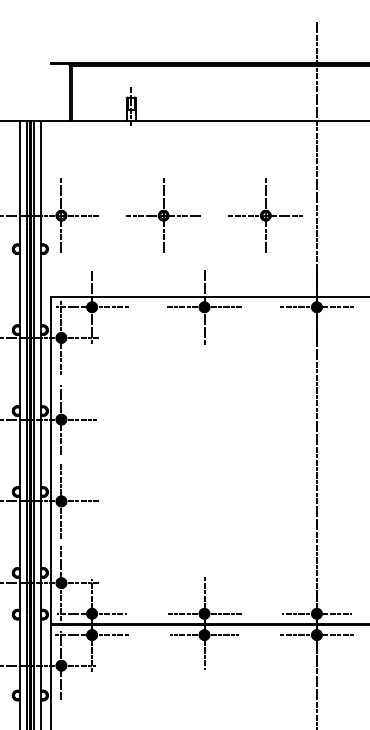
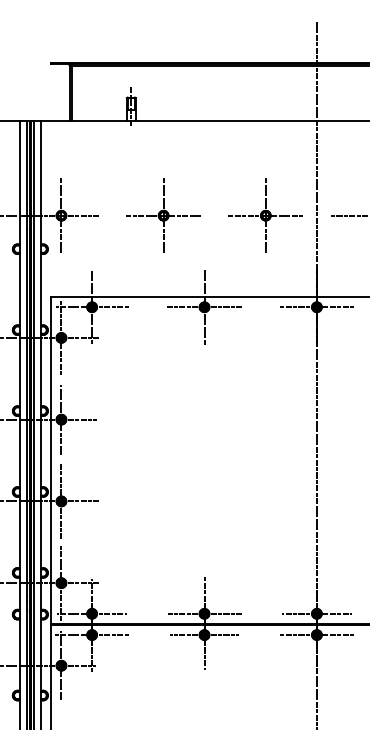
line at (348, 215): none -> present
